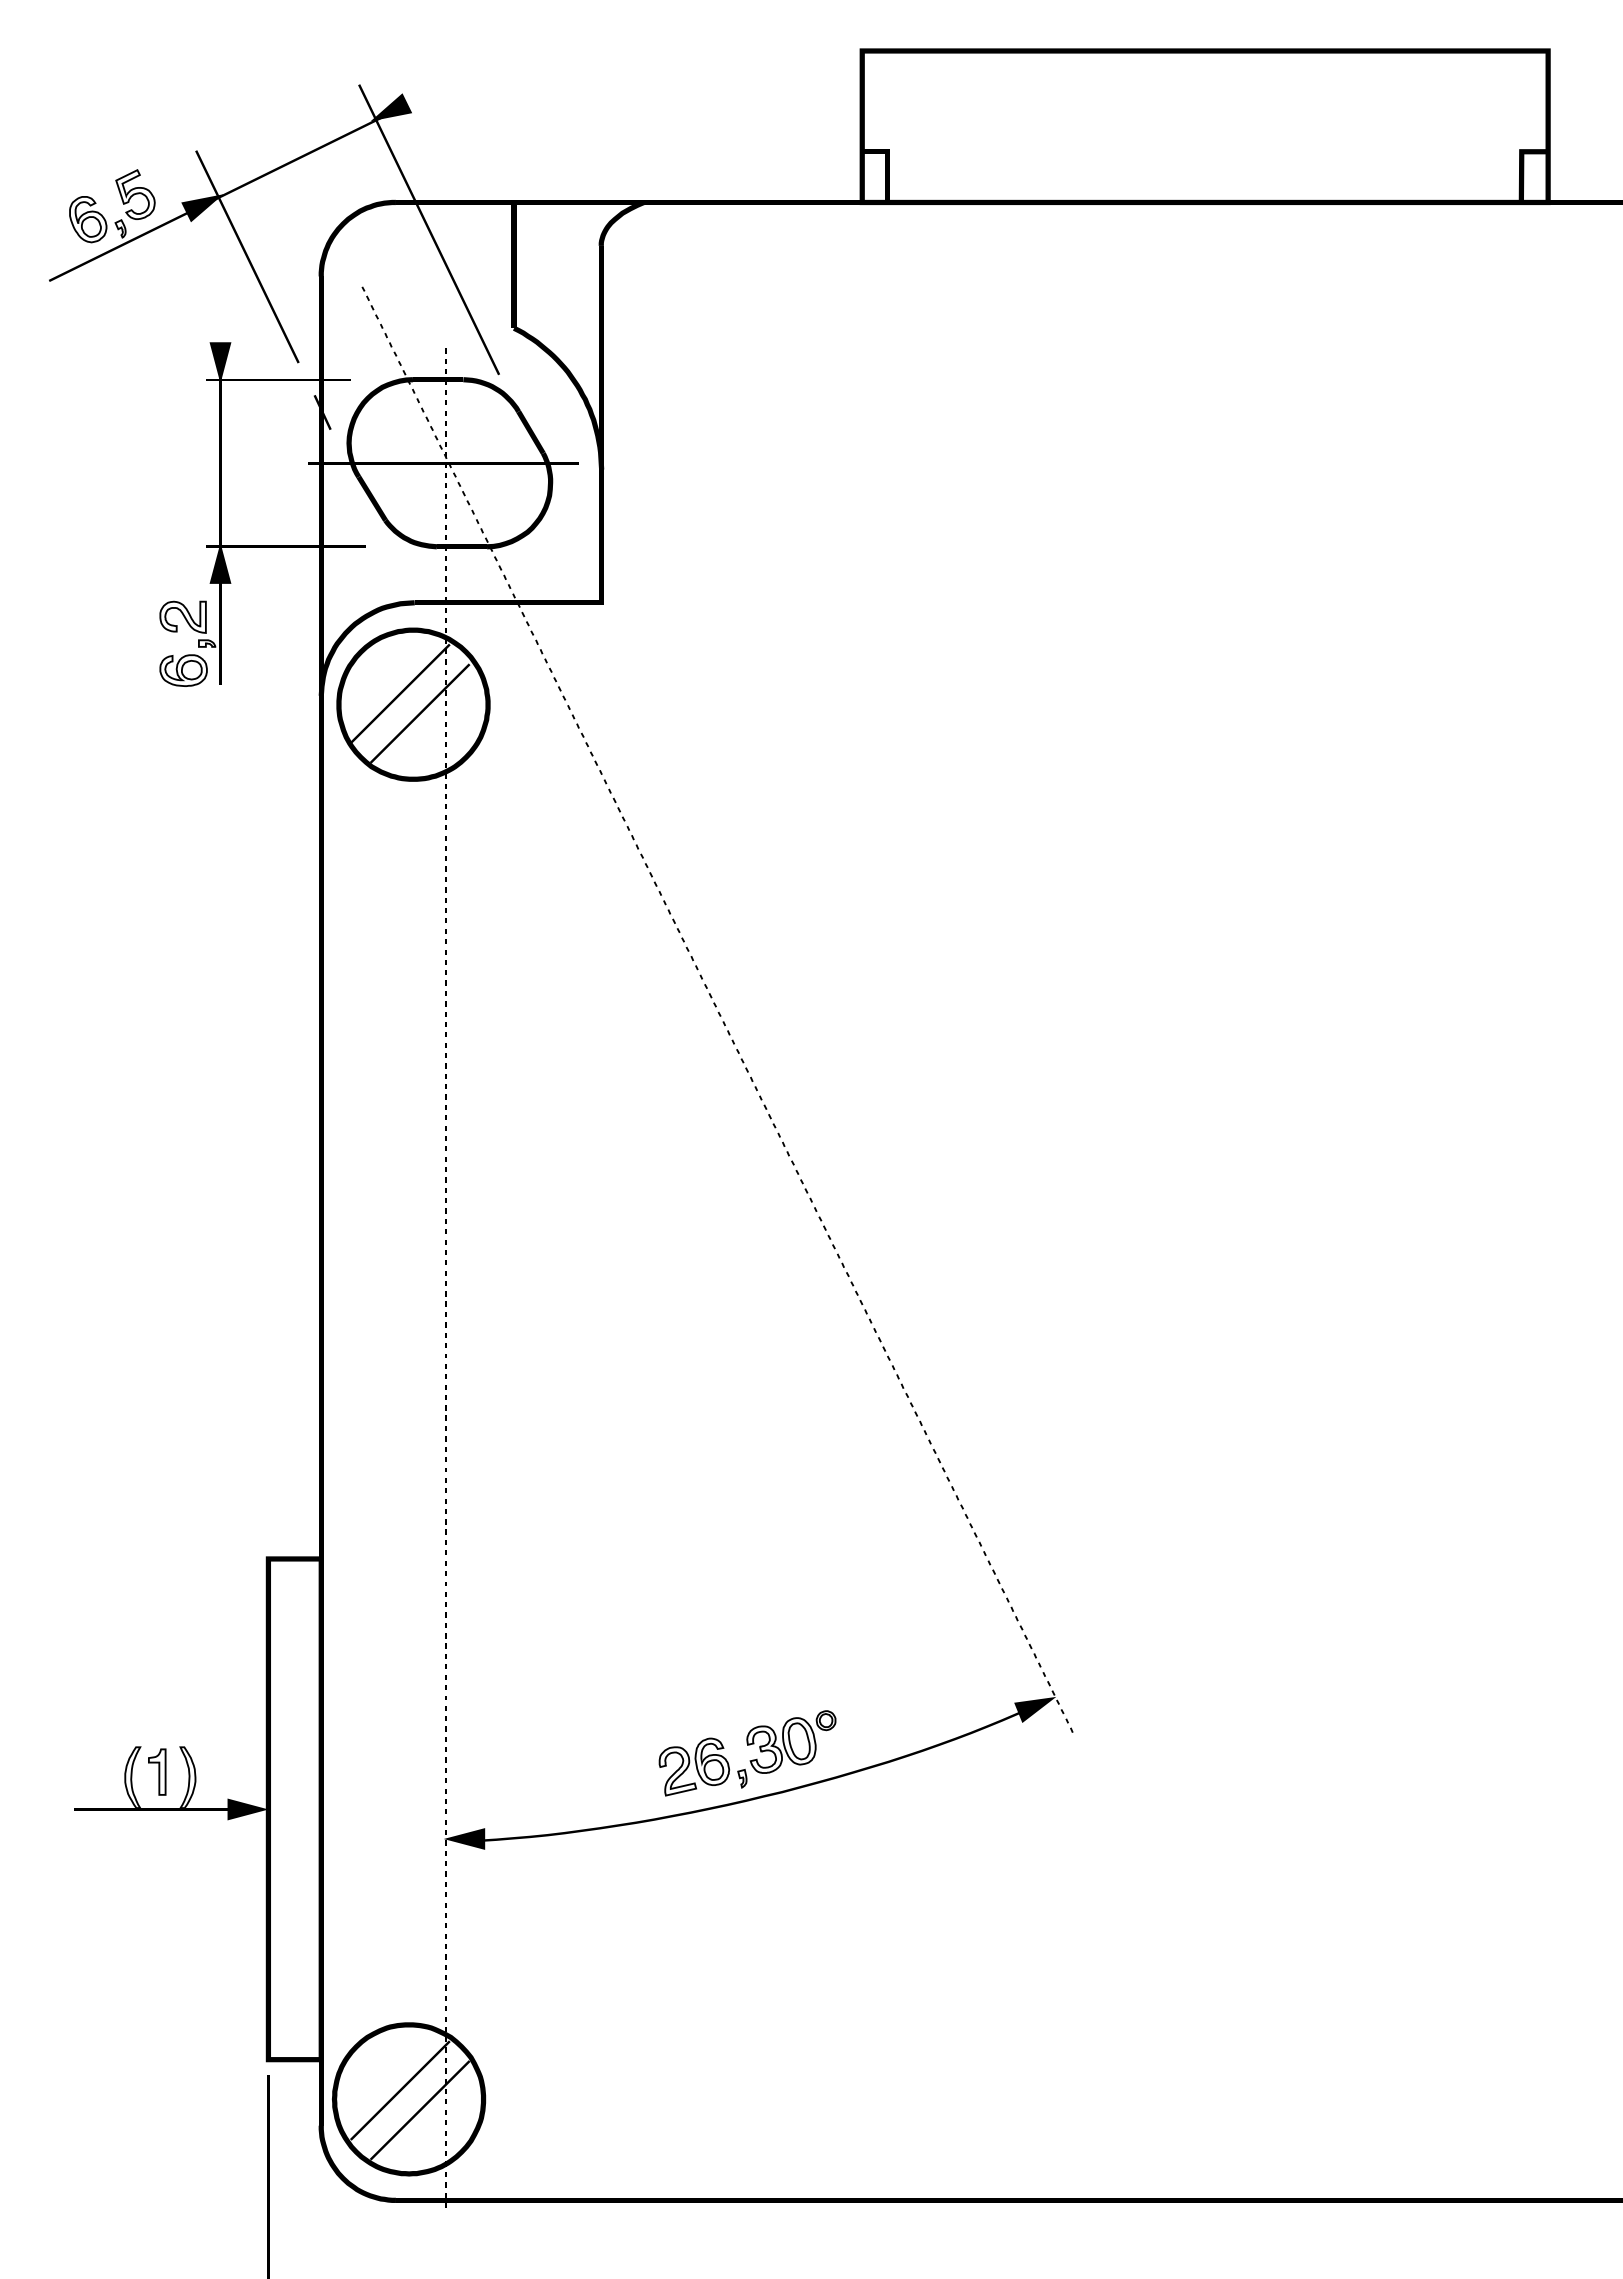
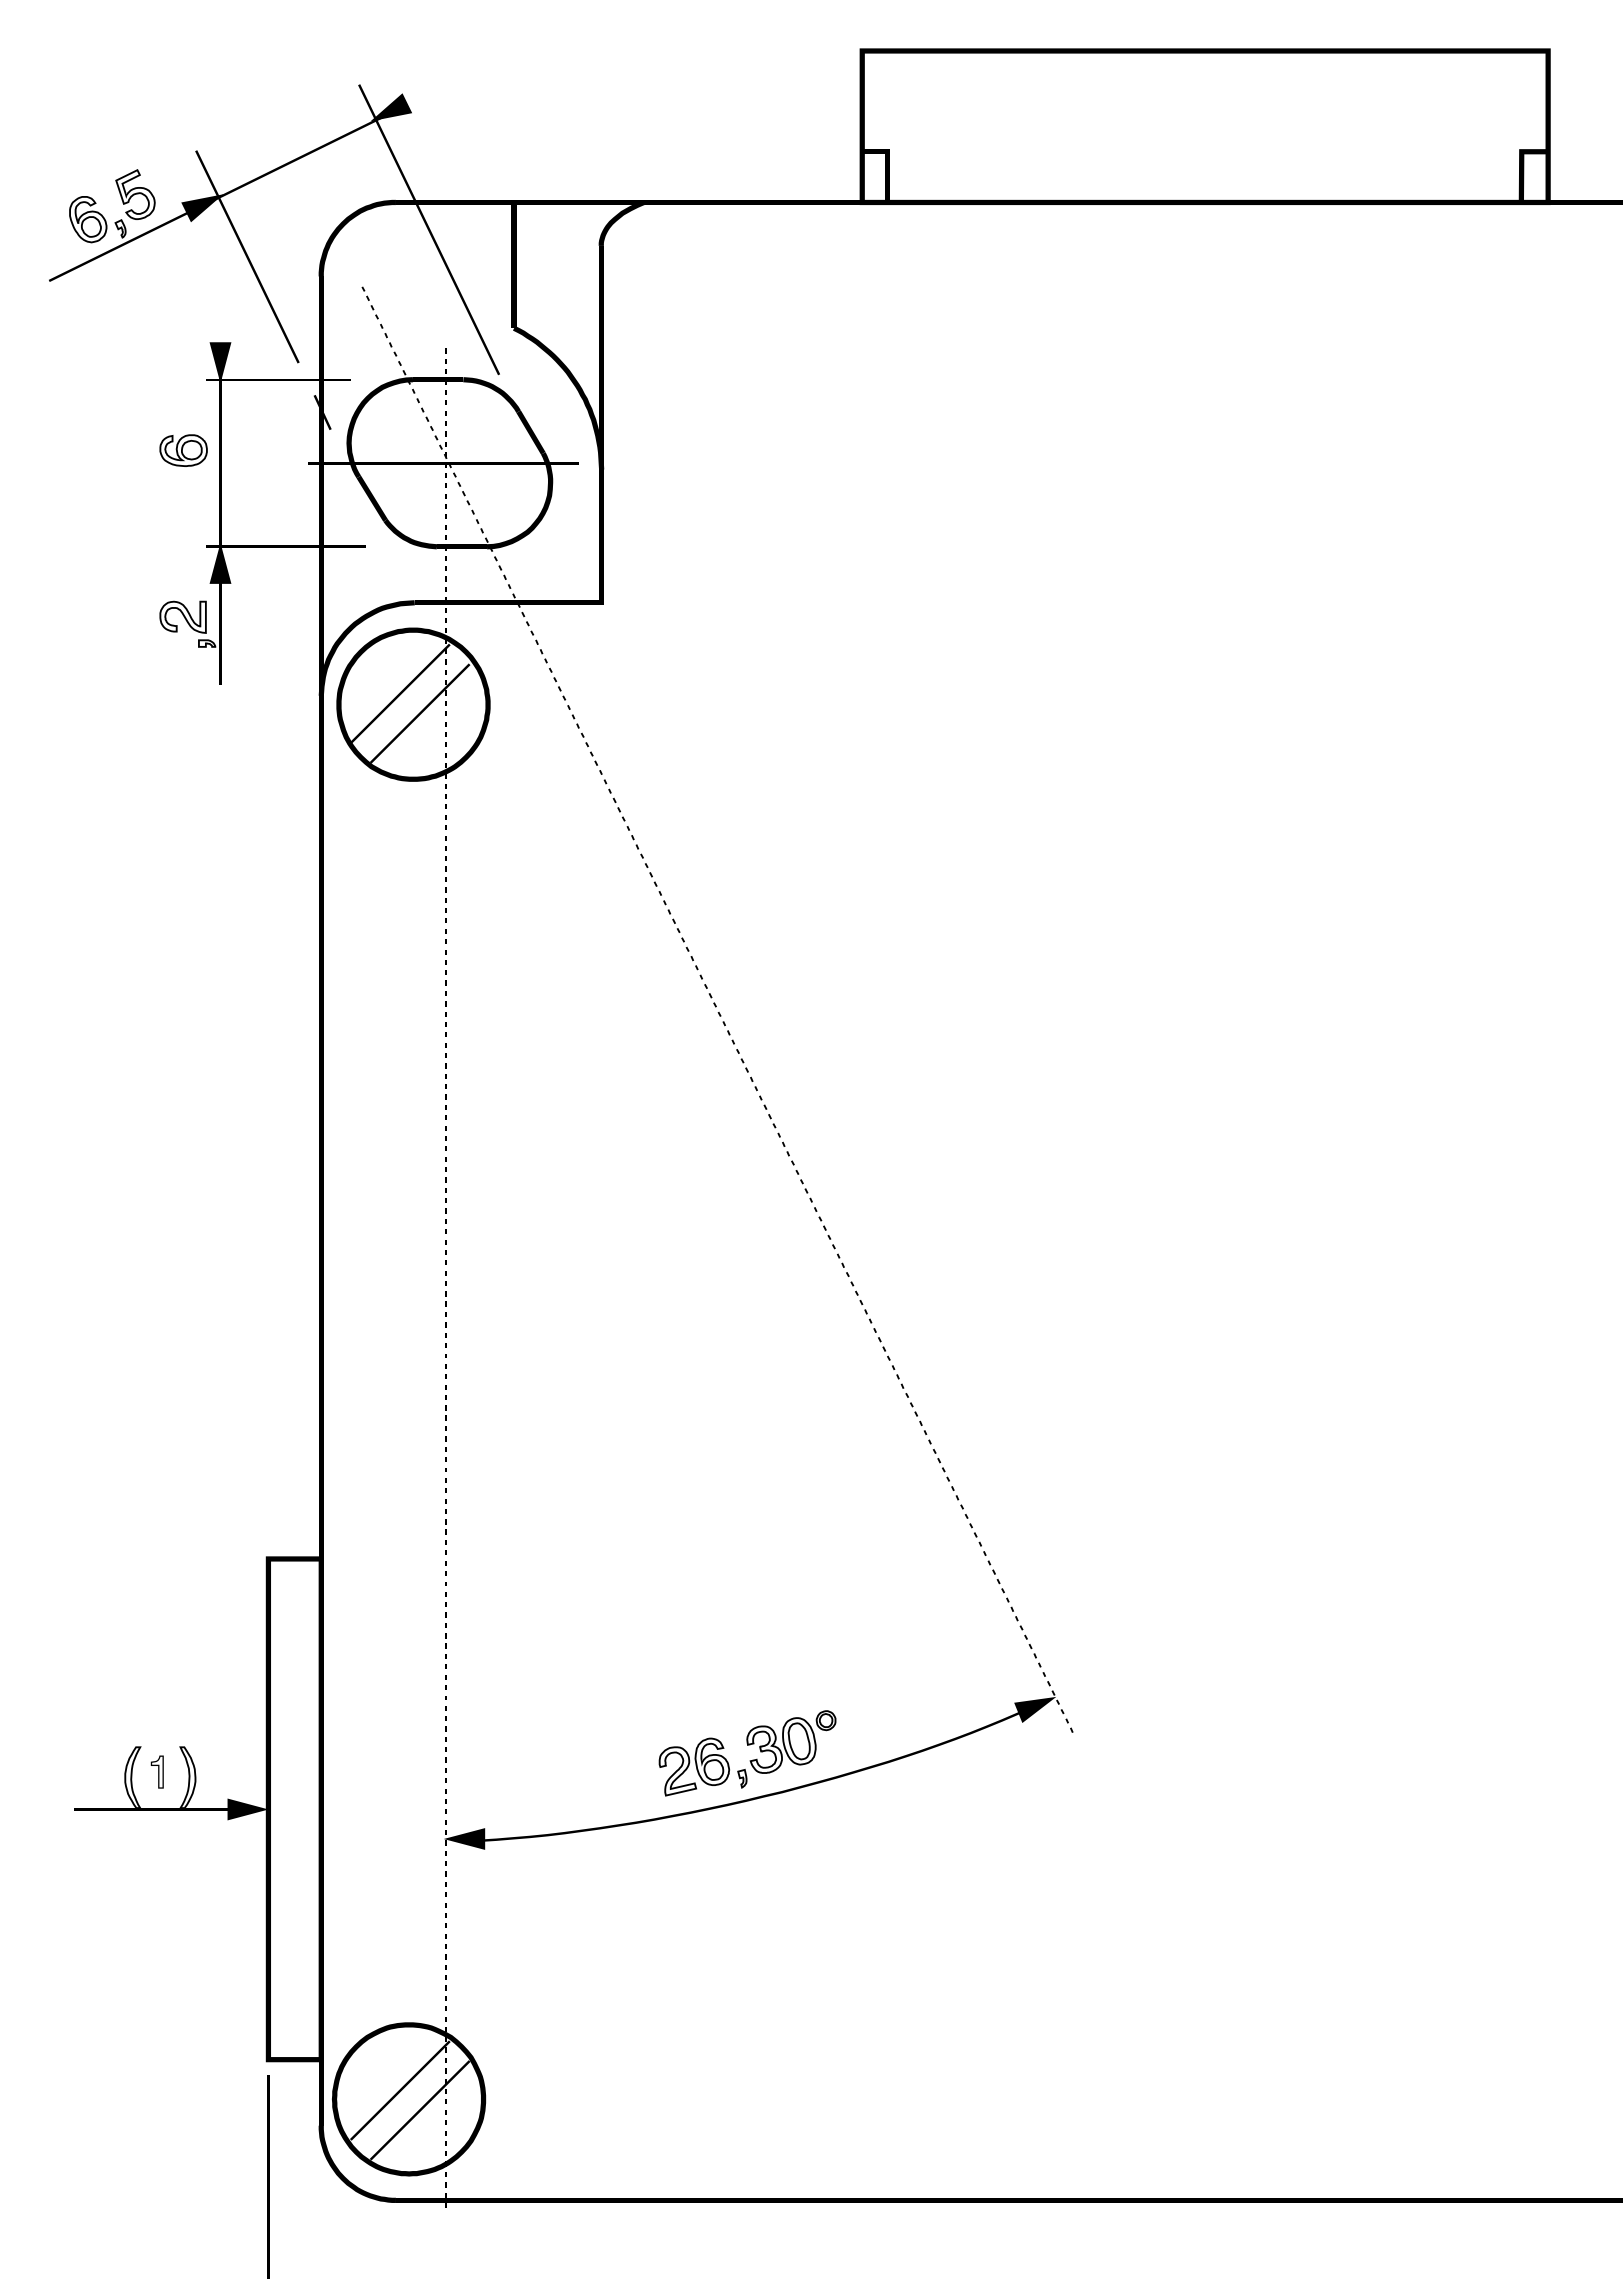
part at (183, 670) position: (183, 670) -> (183, 450)
part at (157, 1771) size: 19x48 px -> 14x34 px
